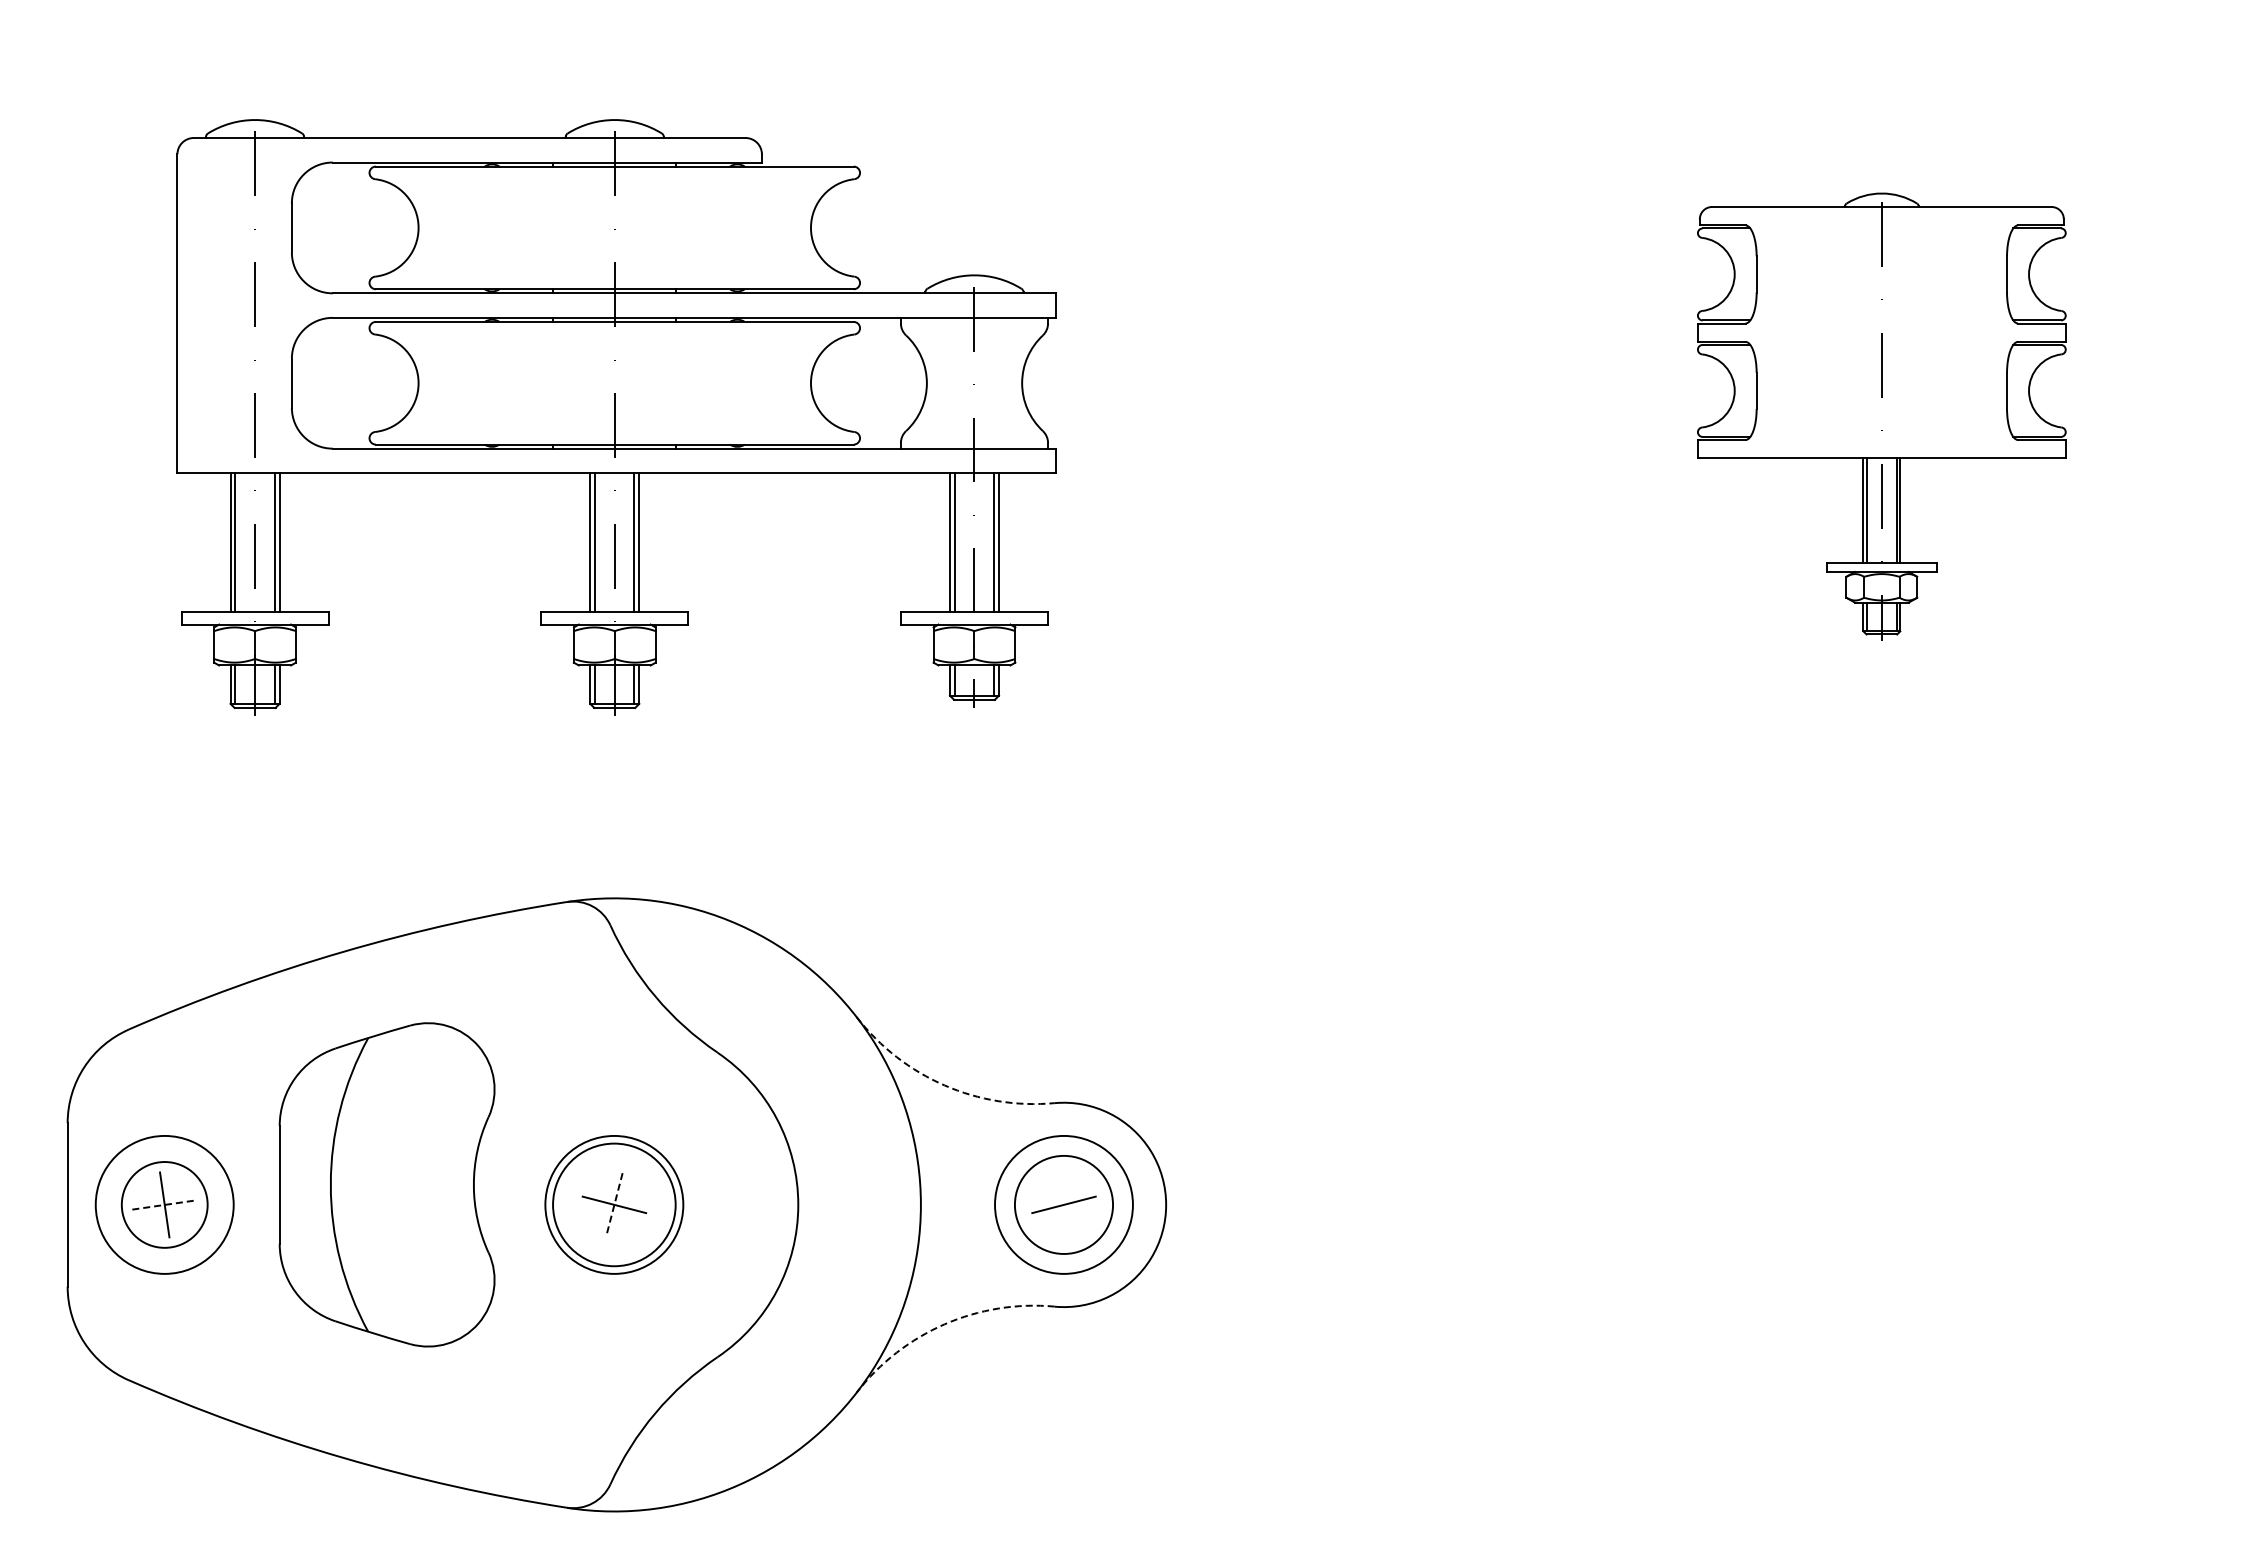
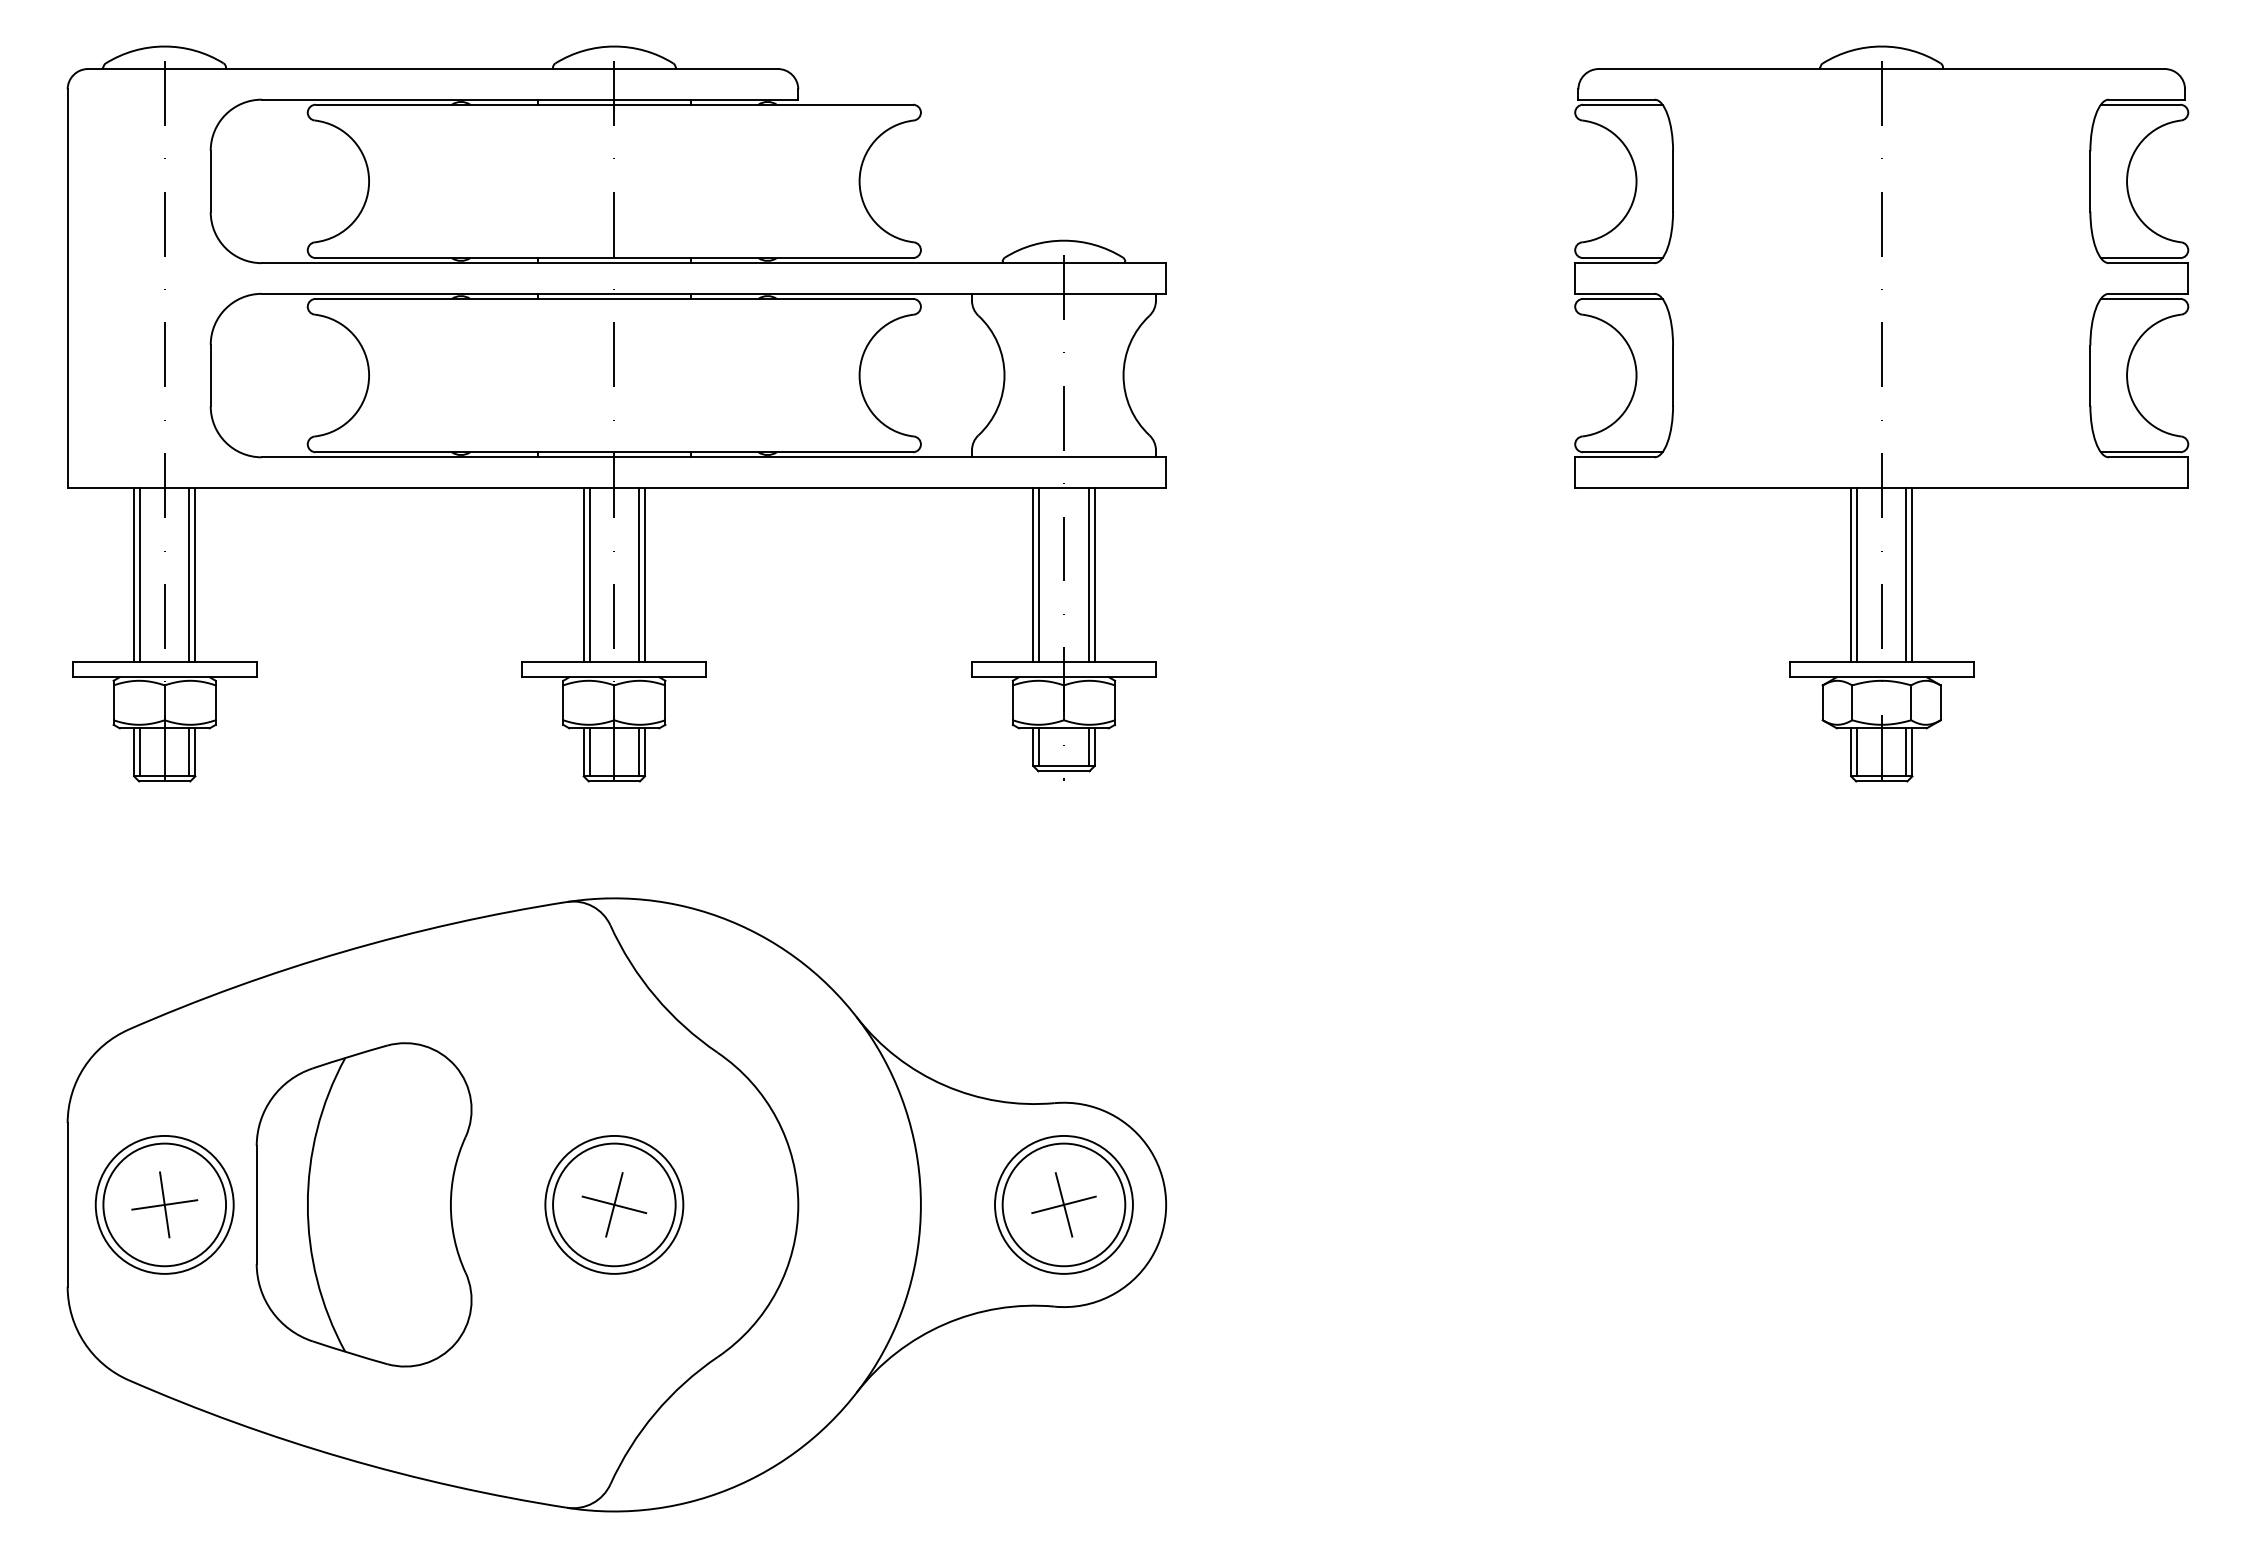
part at (1881, 416) size: 370x449 px -> 616x738 px
part at (616, 417) size: 881x597 px -> 1101x738 px
arc at (944, 1085): dashed -> solid
part at (386, 1184) position: (386, 1184) -> (363, 1204)
circle at (164, 1204) diameter: 86 px -> 123 px
line at (164, 1204): dashed -> solid
line at (614, 1204): dashed -> solid
circle at (1063, 1204) diameter: 98 px -> 123 px
line at (1063, 1204): none -> present
arc at (944, 1324): dashed -> solid
